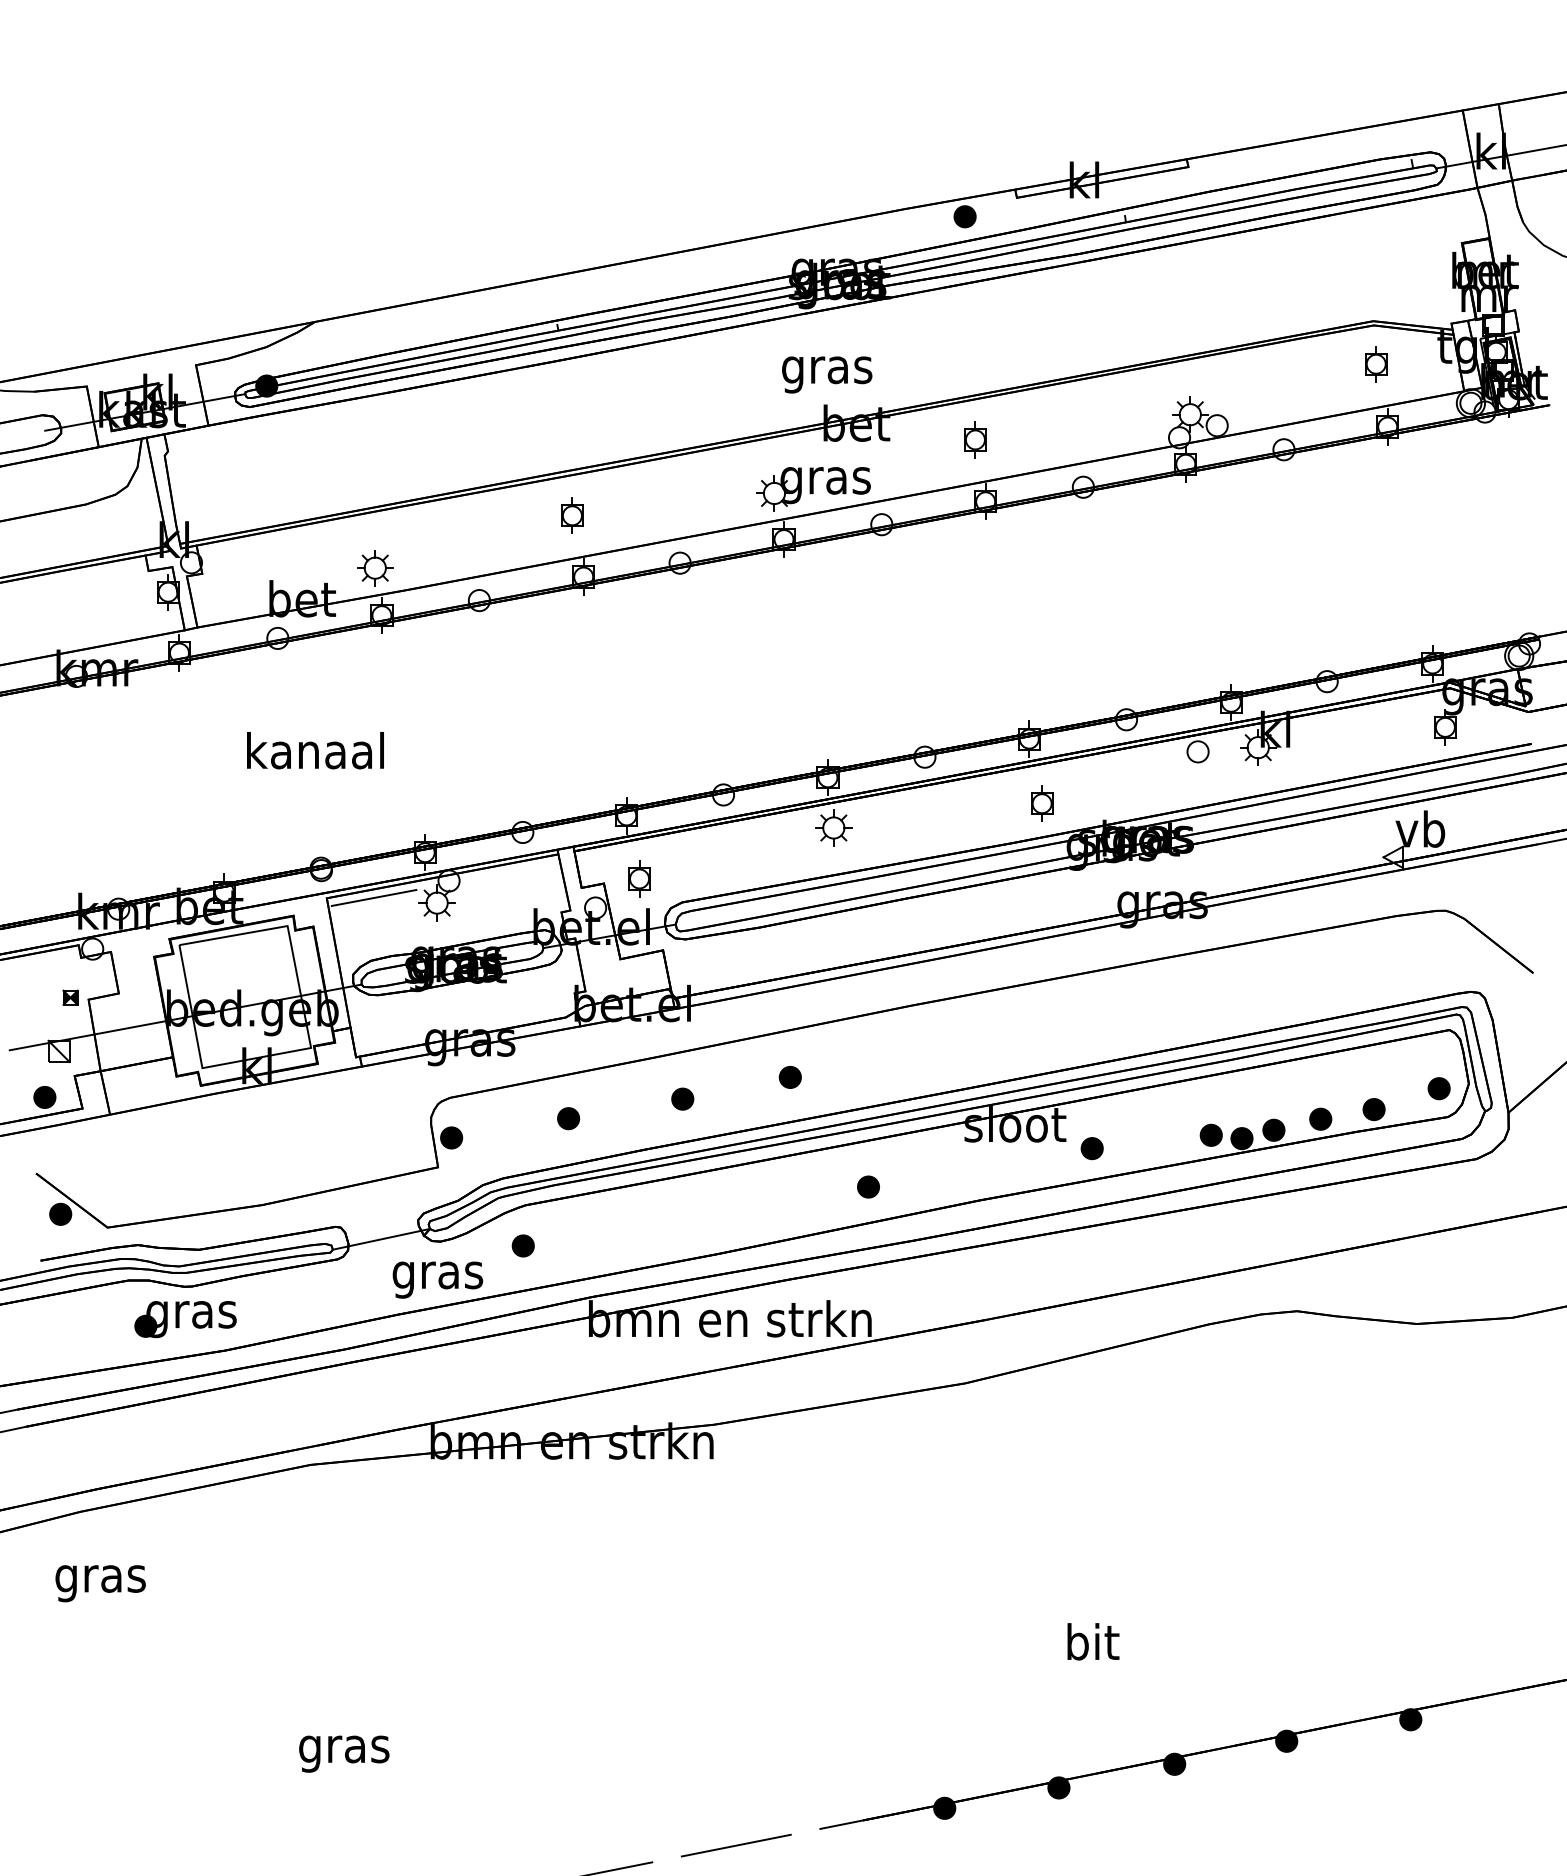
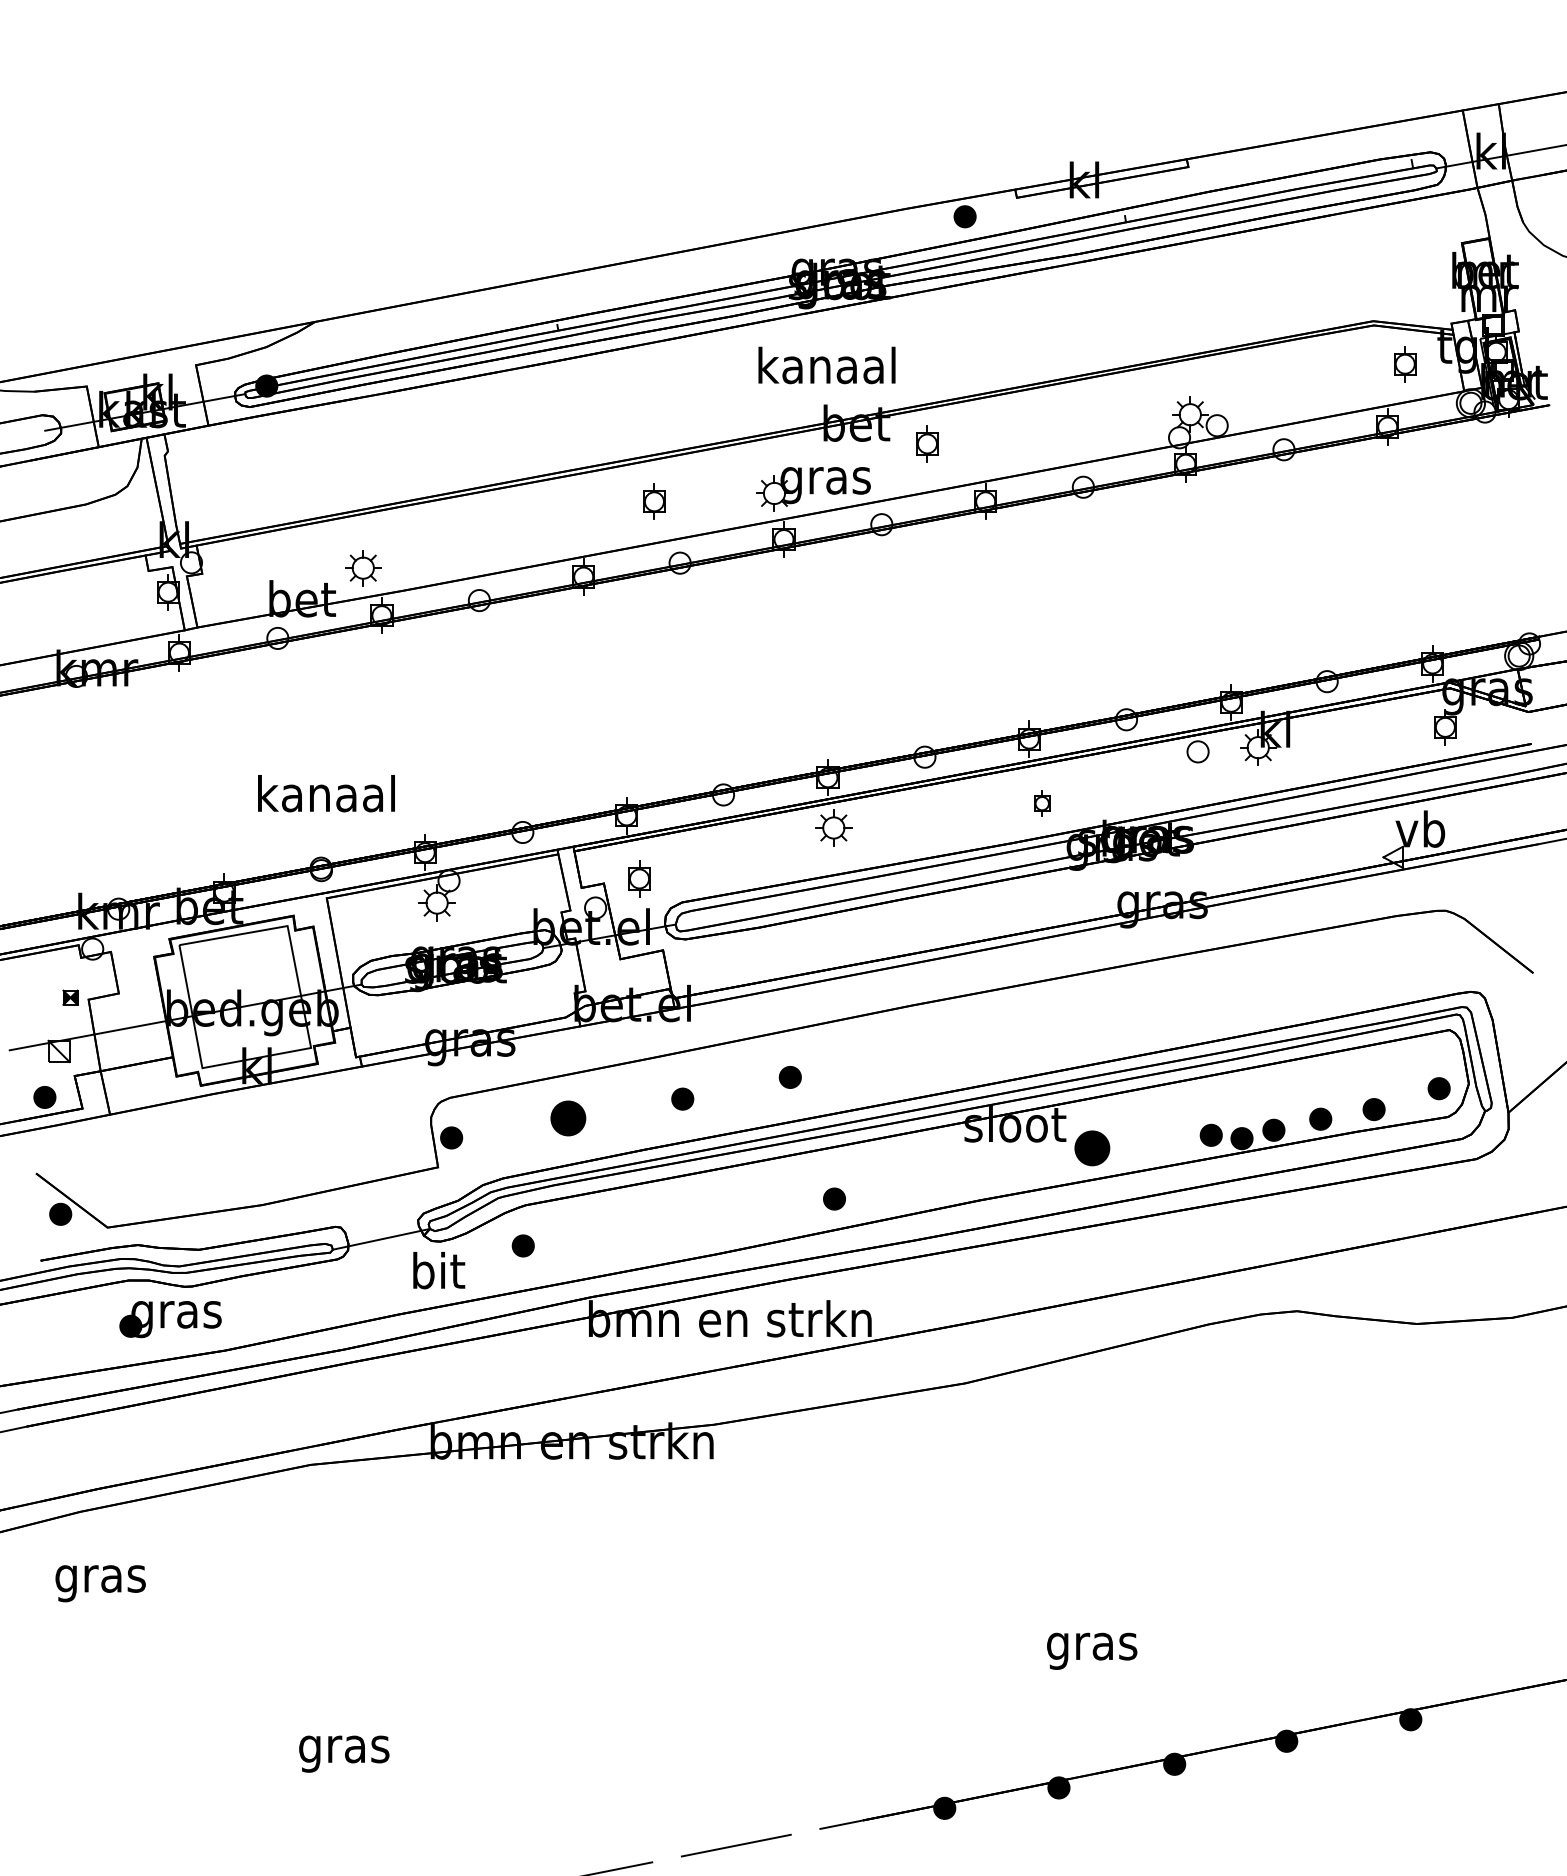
part at (1376, 364) position: (1376, 364) -> (1405, 364)
text at (826, 369): gras -> kanaal
part at (975, 439) position: (975, 439) -> (927, 443)
part at (572, 515) position: (572, 515) -> (654, 501)
part at (375, 568) position: (375, 568) -> (363, 568)
text at (315, 750) position: (315, 750) -> (326, 793)
part at (1042, 803) size: 23x37 px -> 17x27 px
line at (373, 897): present -> none
part at (568, 1118) size: 24x24 px -> 37x37 px
part at (1091, 1148) size: 24x24 px -> 37x37 px
part at (868, 1186) position: (868, 1186) -> (834, 1198)
text at (437, 1275): gras -> bit
part at (185, 1319) position: (185, 1319) -> (170, 1319)
text at (1092, 1646): bit -> gras
